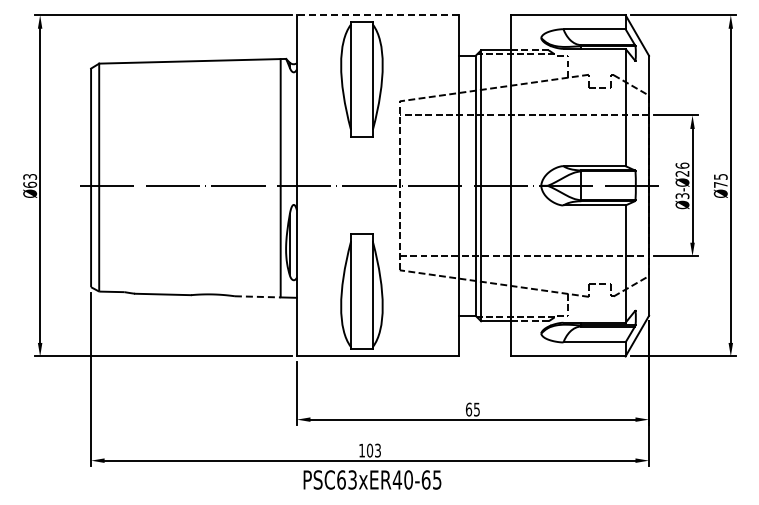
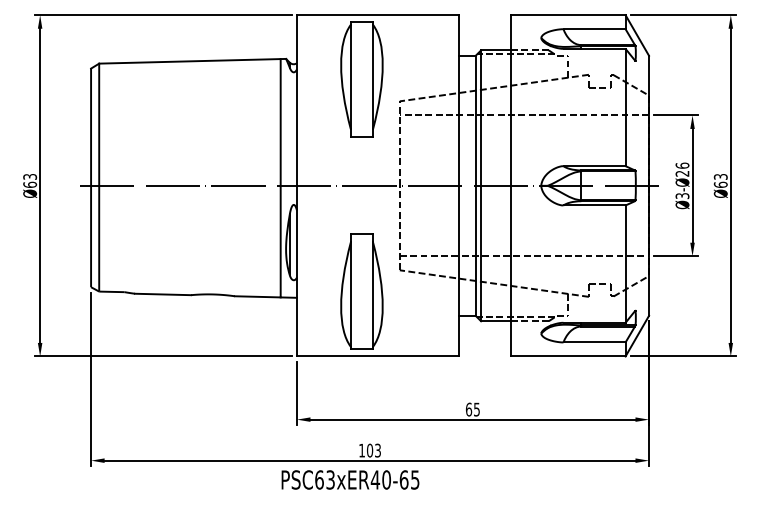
line at (377, 15): dashed -> solid
text at (720, 180): Ø75 -> Ø63
line at (257, 296): dashed -> solid
text at (372, 479) position: (372, 479) -> (350, 479)
